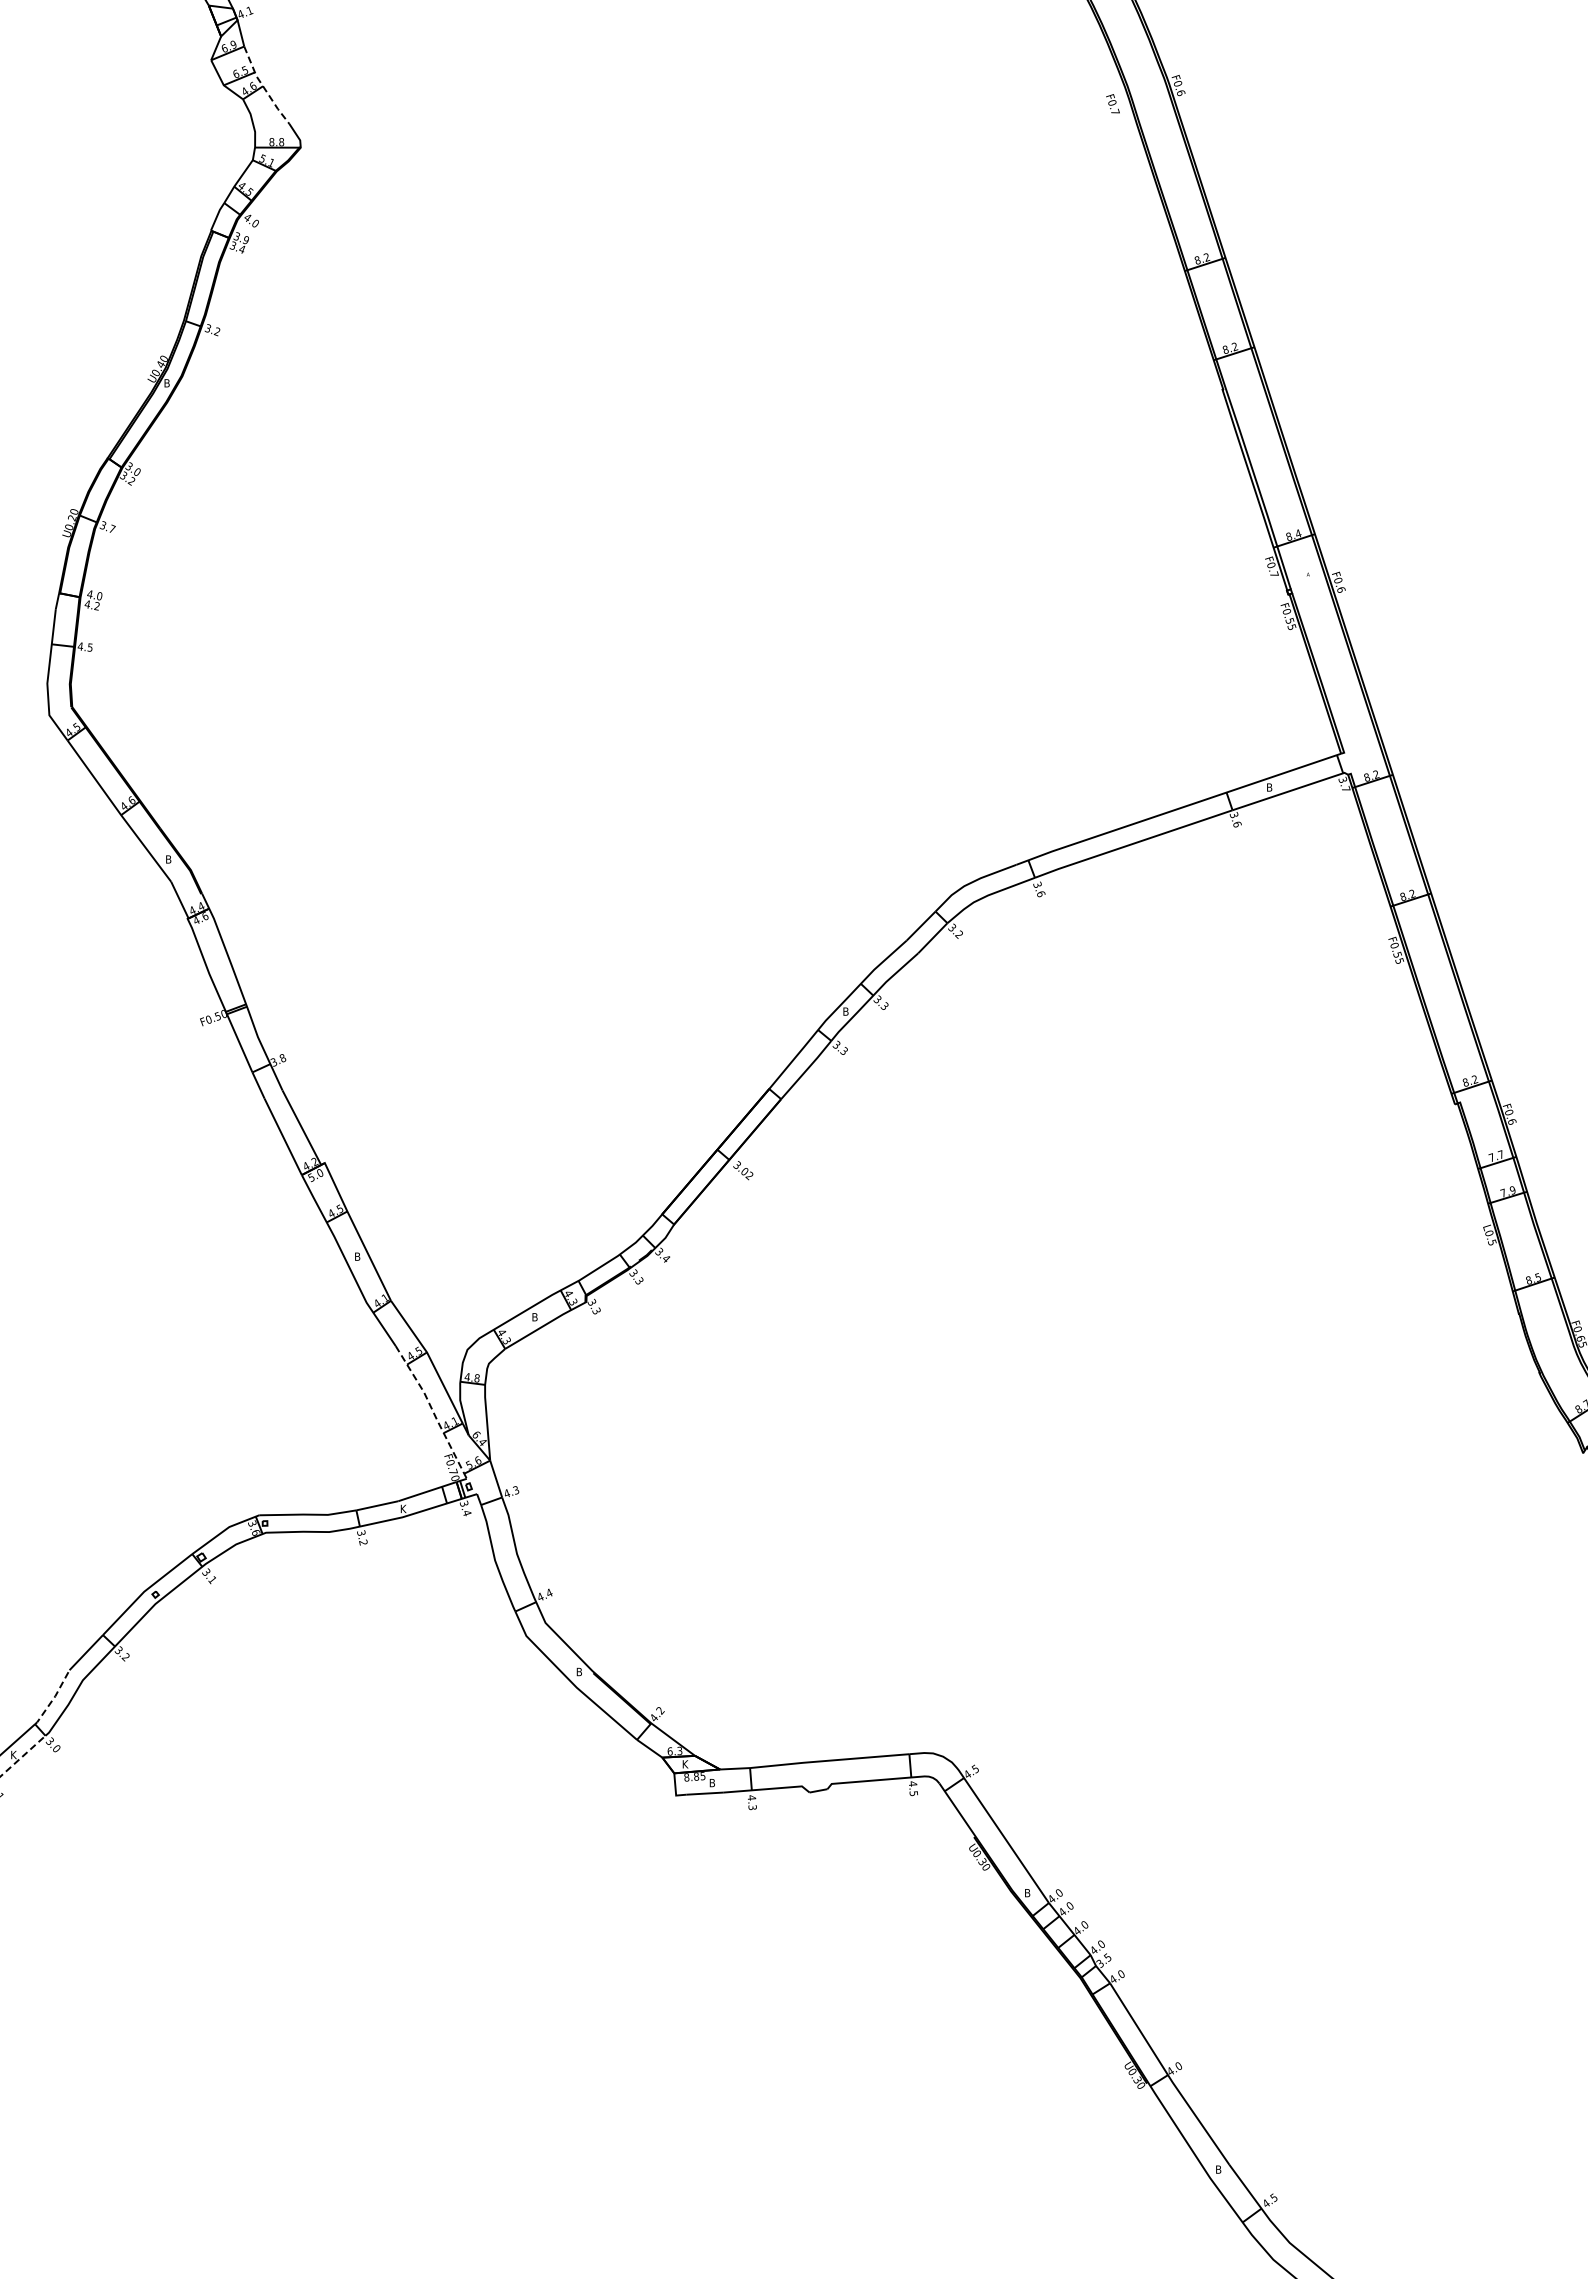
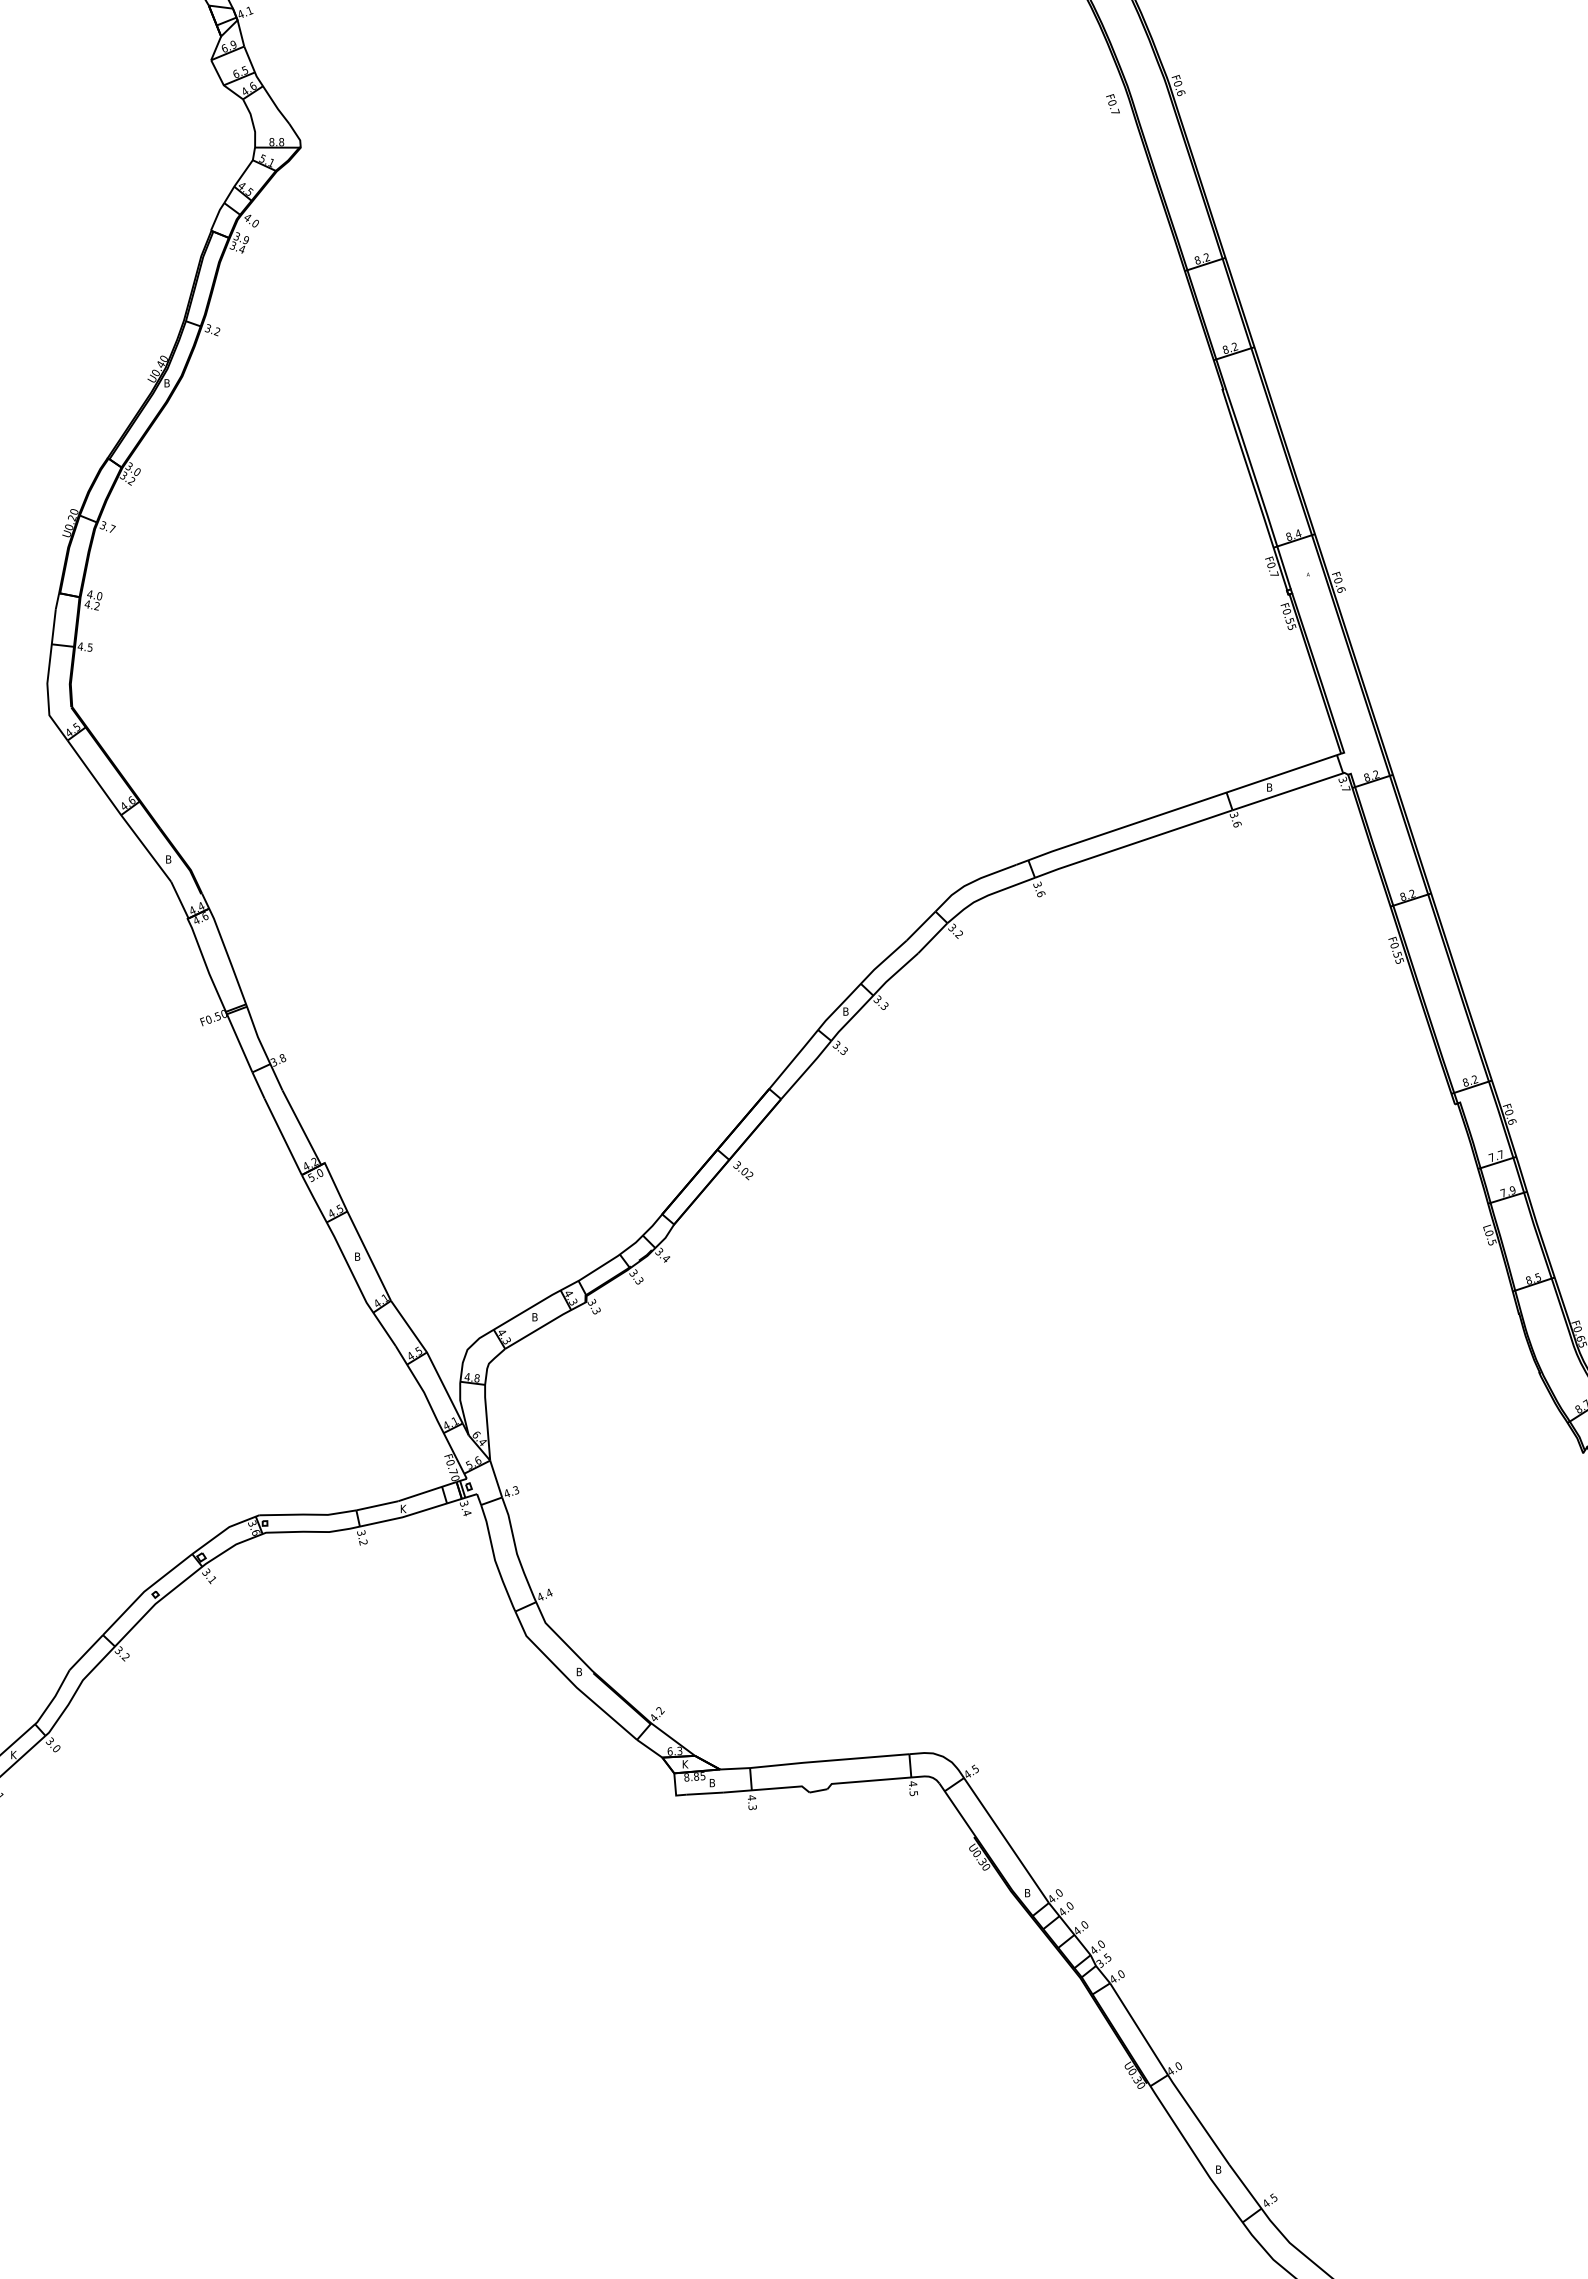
line at (263, 87): dashed -> solid
line at (433, 1411): dashed -> solid
line at (54, 1697): dashed -> solid
line at (23, 1755): dashed -> solid
